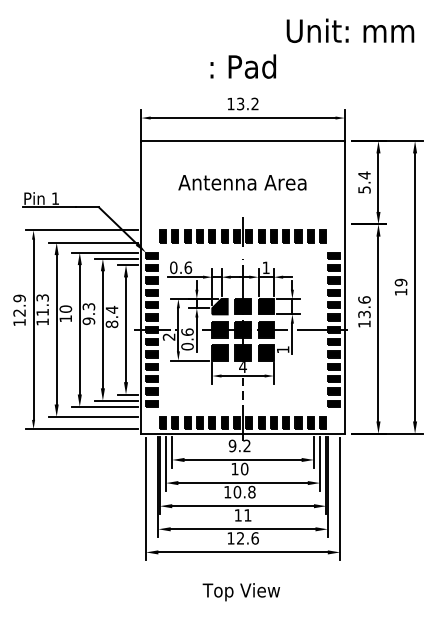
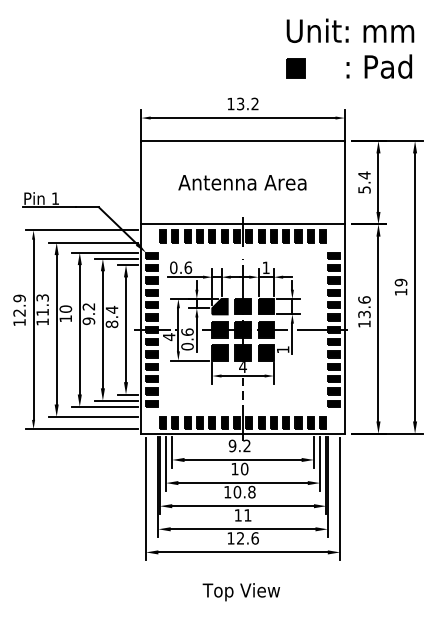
text at (242, 66) position: (242, 66) -> (378, 66)
part at (295, 68): none -> present
line at (242, 224): none -> present
text at (89, 306): 9.3 -> 9.2
text at (168, 337): 2 -> 4
